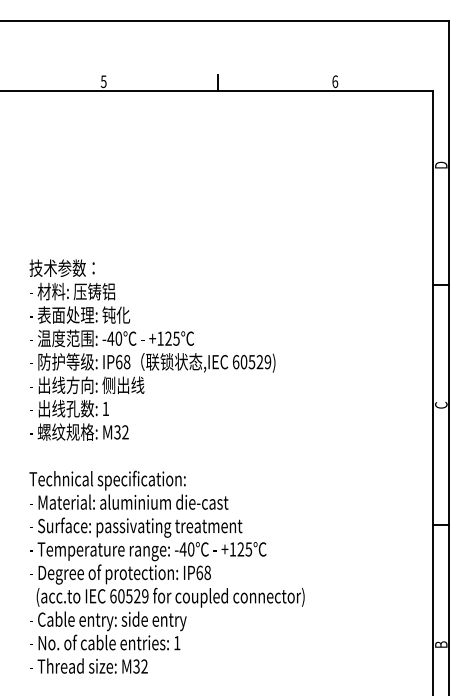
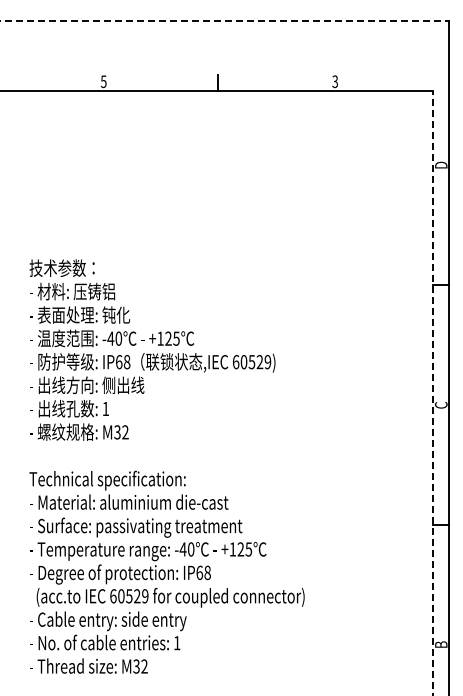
line at (225, 20): solid -> dashed
text at (335, 81): 6 -> 3
line at (432, 392): solid -> dashed
